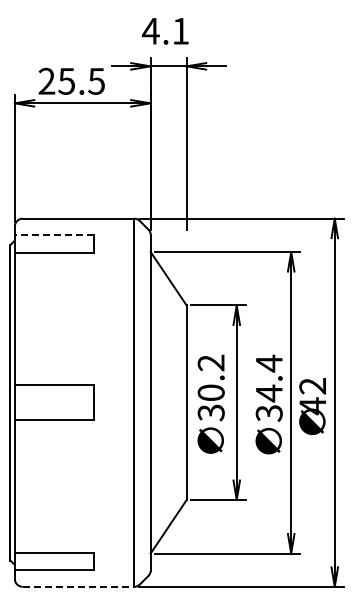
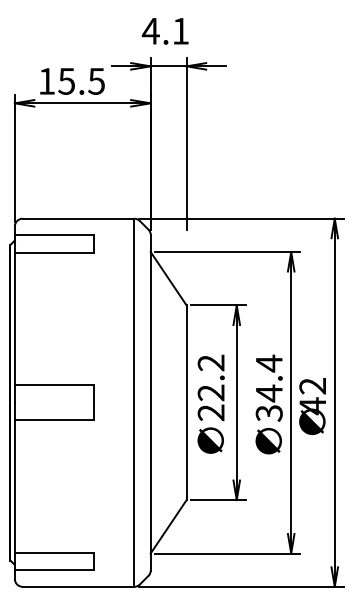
text at (46, 80): 25.5 -> 15.5
line at (53, 235): dashed -> solid
text at (210, 402): 30.2 -> 22.2
line at (78, 586): dashed -> solid
